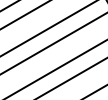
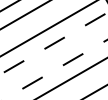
line at (54, 43): solid -> dashed
line at (55, 69): solid -> dashed
